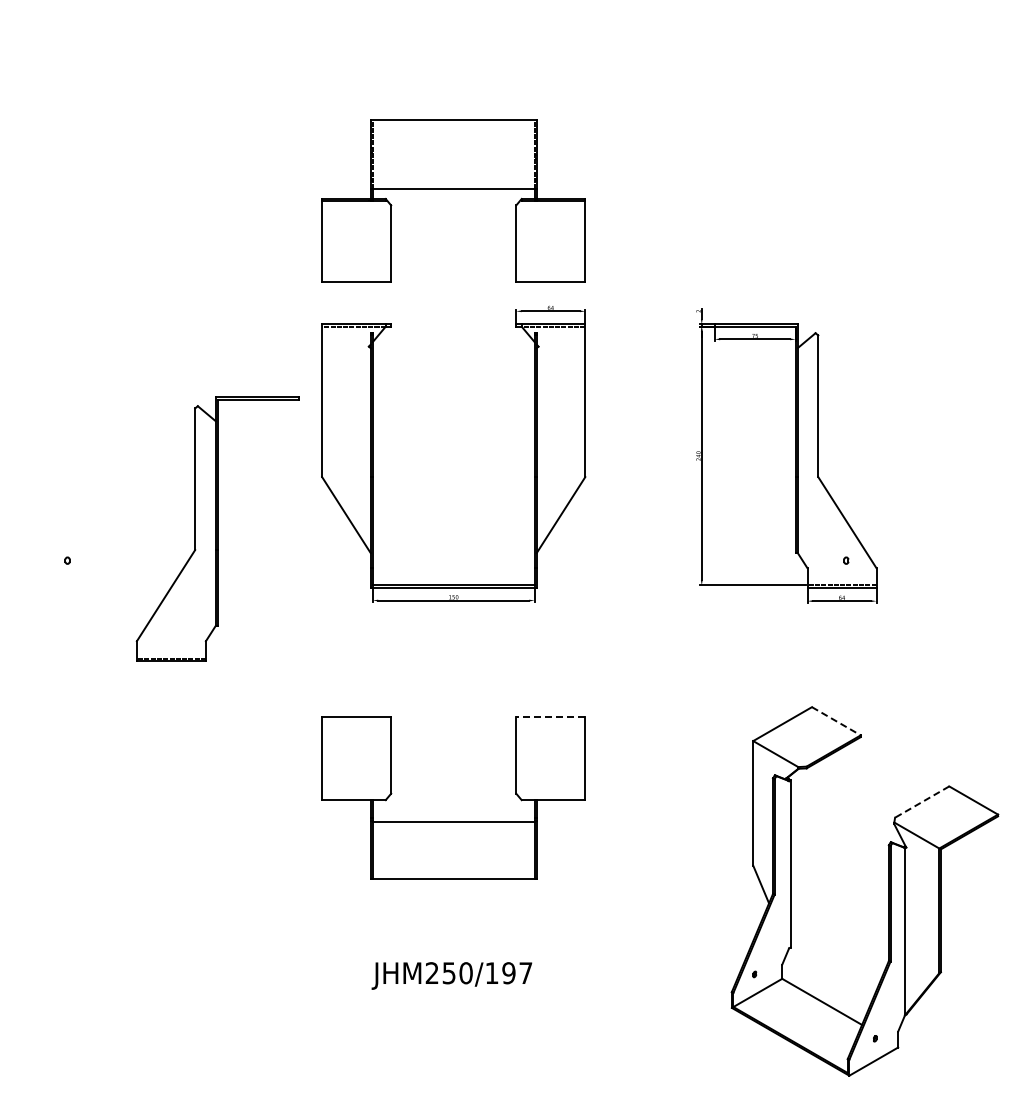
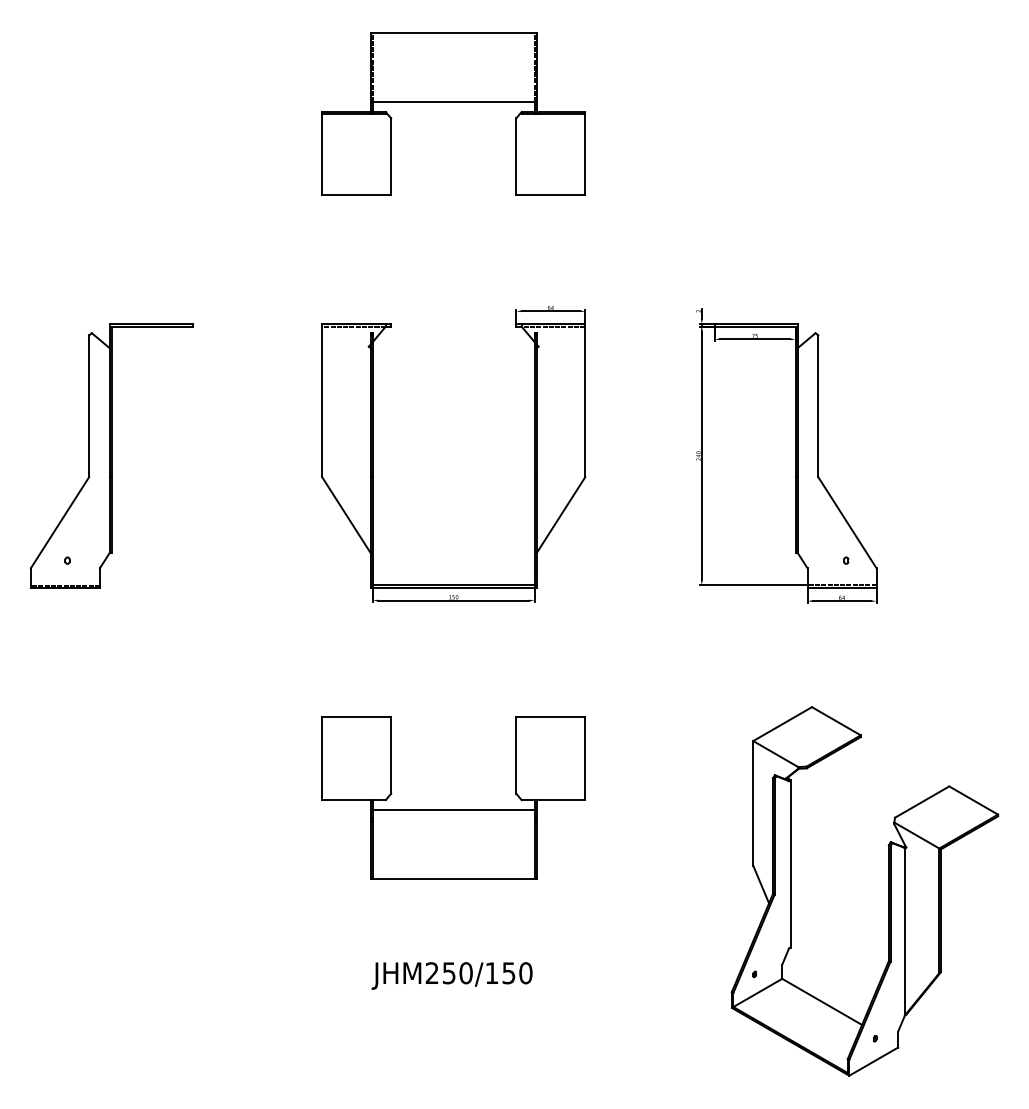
part at (453, 189) position: (453, 189) -> (453, 102)
part at (217, 528) position: (217, 528) -> (111, 455)
line at (550, 717): dashed -> solid
line at (836, 721): dashed -> solid
line at (921, 802): dashed -> solid
line at (453, 821) position: (453, 821) -> (453, 809)
text at (517, 973): JHM250/197 -> JHM250/150
